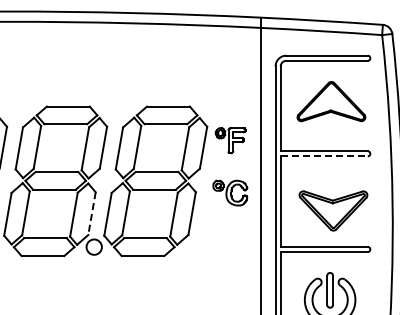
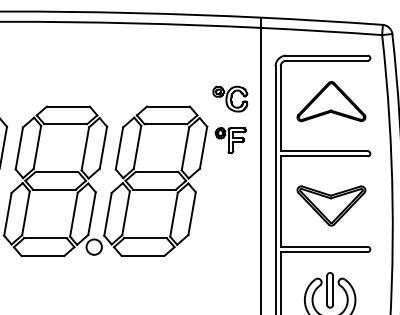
line at (324, 156): dashed -> solid
part at (230, 192) position: (230, 192) -> (230, 98)
part at (333, 210) position: (333, 210) -> (331, 205)
line at (92, 213): dashed -> solid
